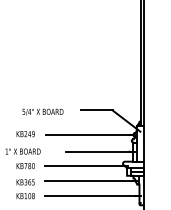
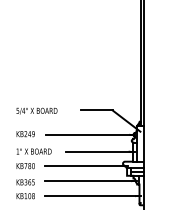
text at (42, 111) position: (42, 111) -> (36, 110)
text at (22, 151) position: (22, 151) -> (33, 151)
